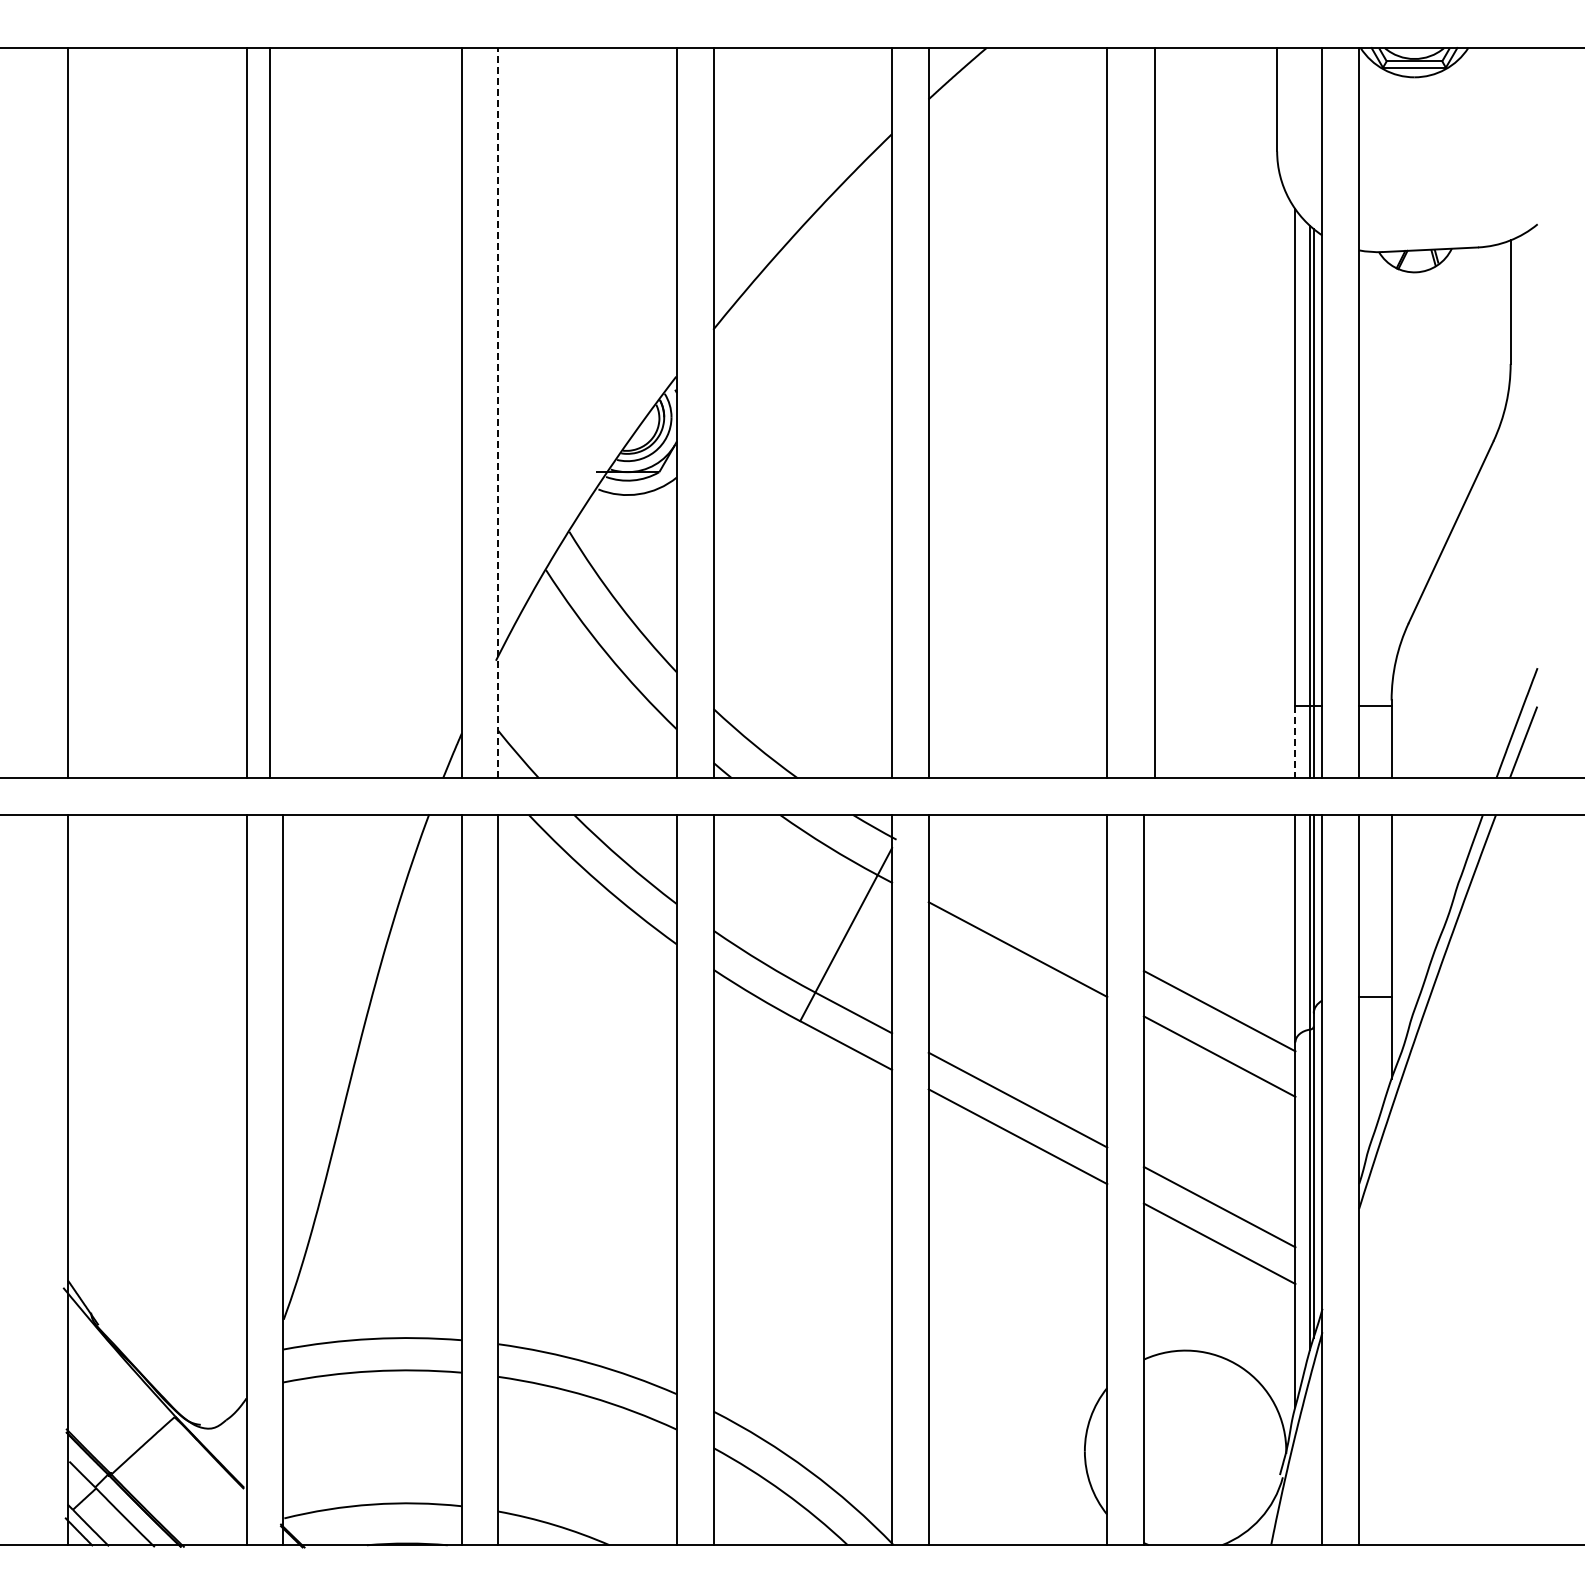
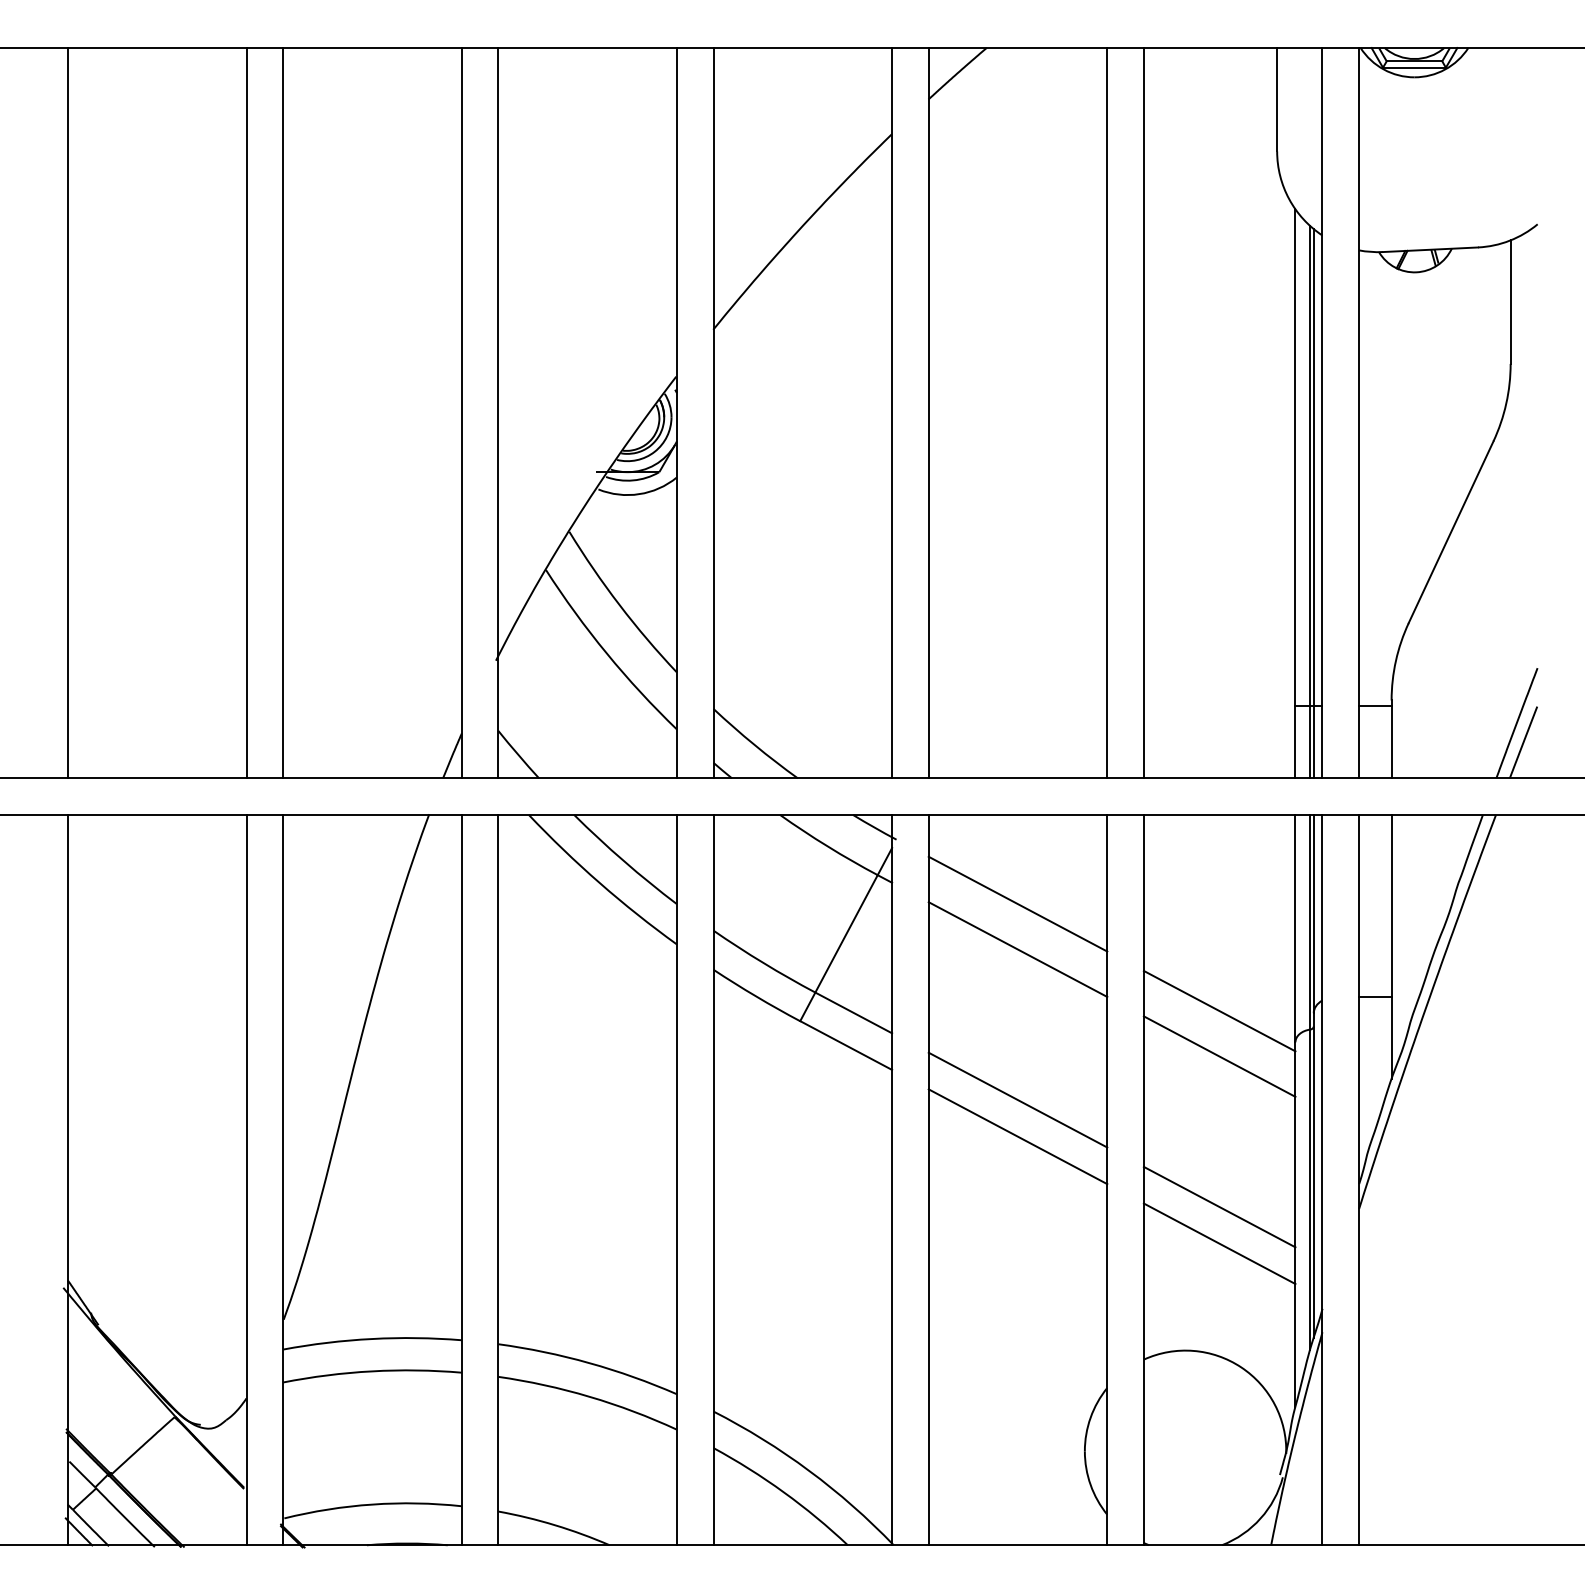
line at (498, 412): dashed -> solid
line at (270, 413) position: (270, 413) -> (283, 413)
line at (1154, 413) position: (1154, 413) -> (1143, 413)
line at (1295, 742): dashed -> solid
line at (1017, 903): none -> present
